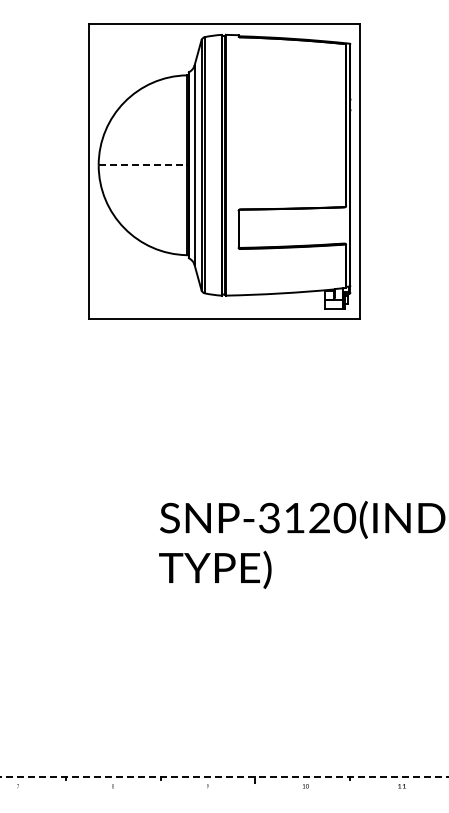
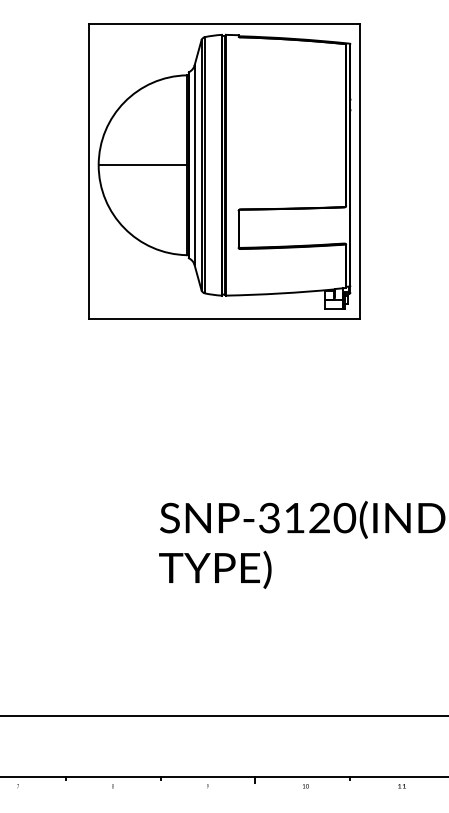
line at (143, 165): dashed -> solid
line at (223, 715): none -> present
line at (224, 777): dashed -> solid
